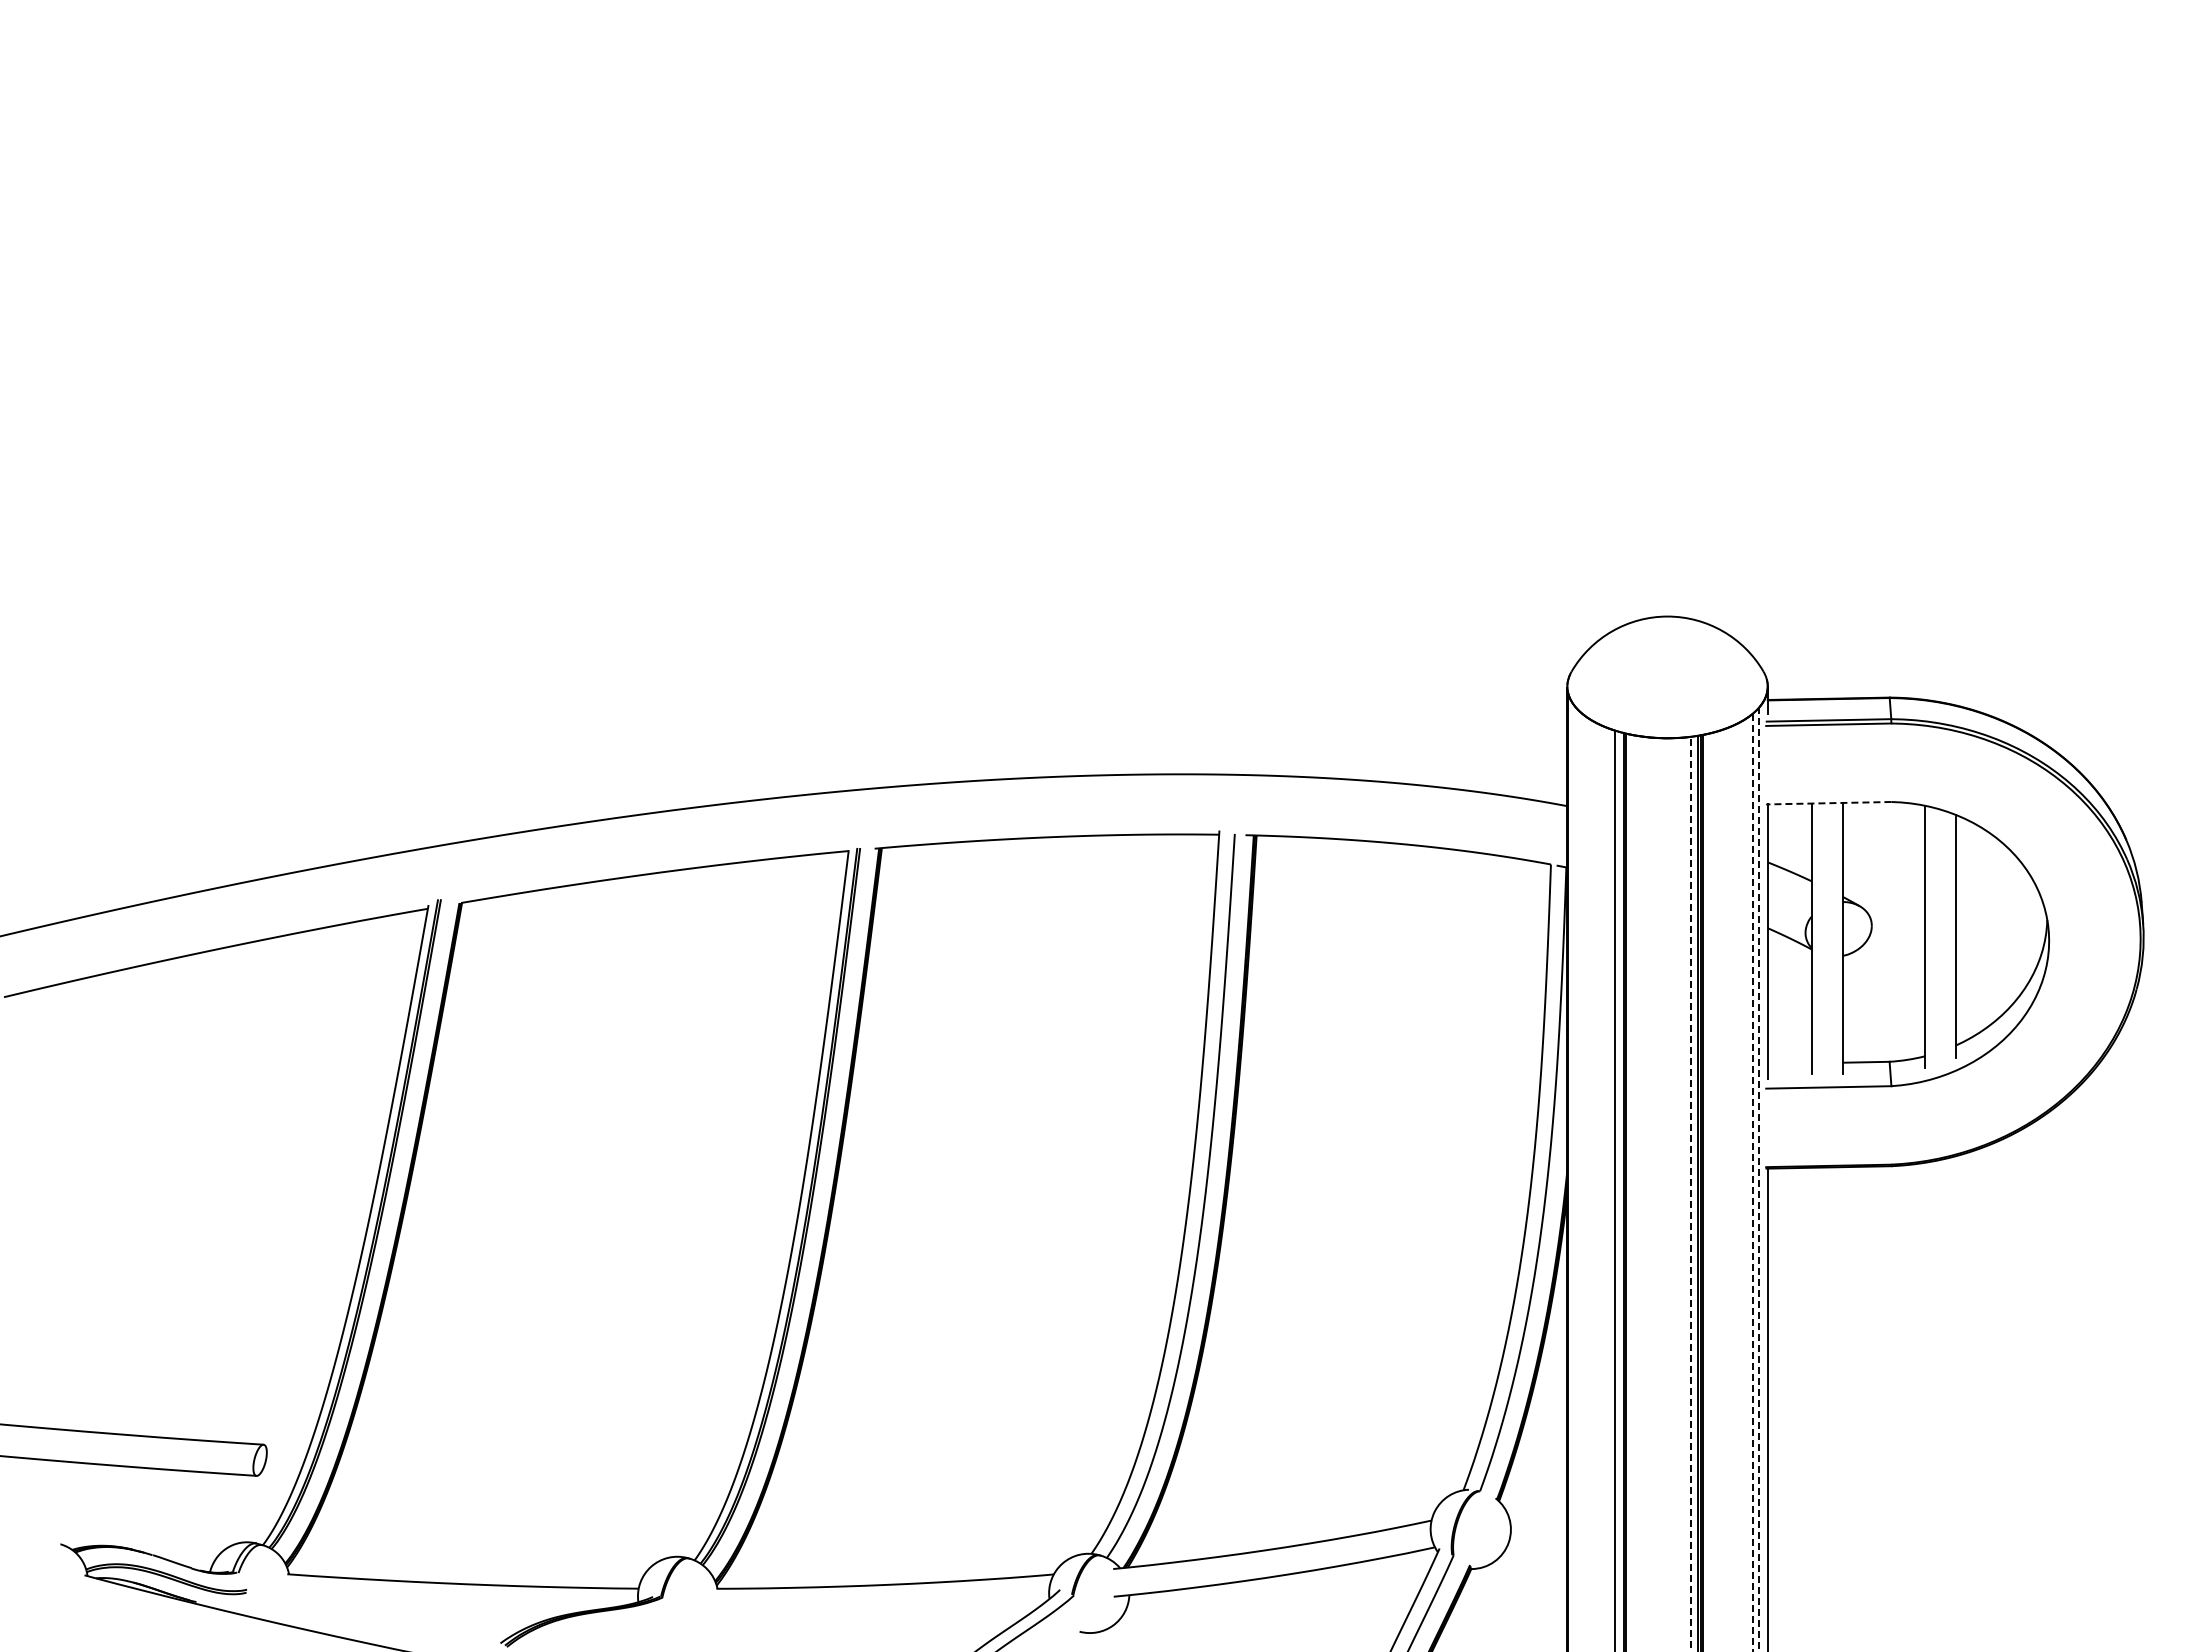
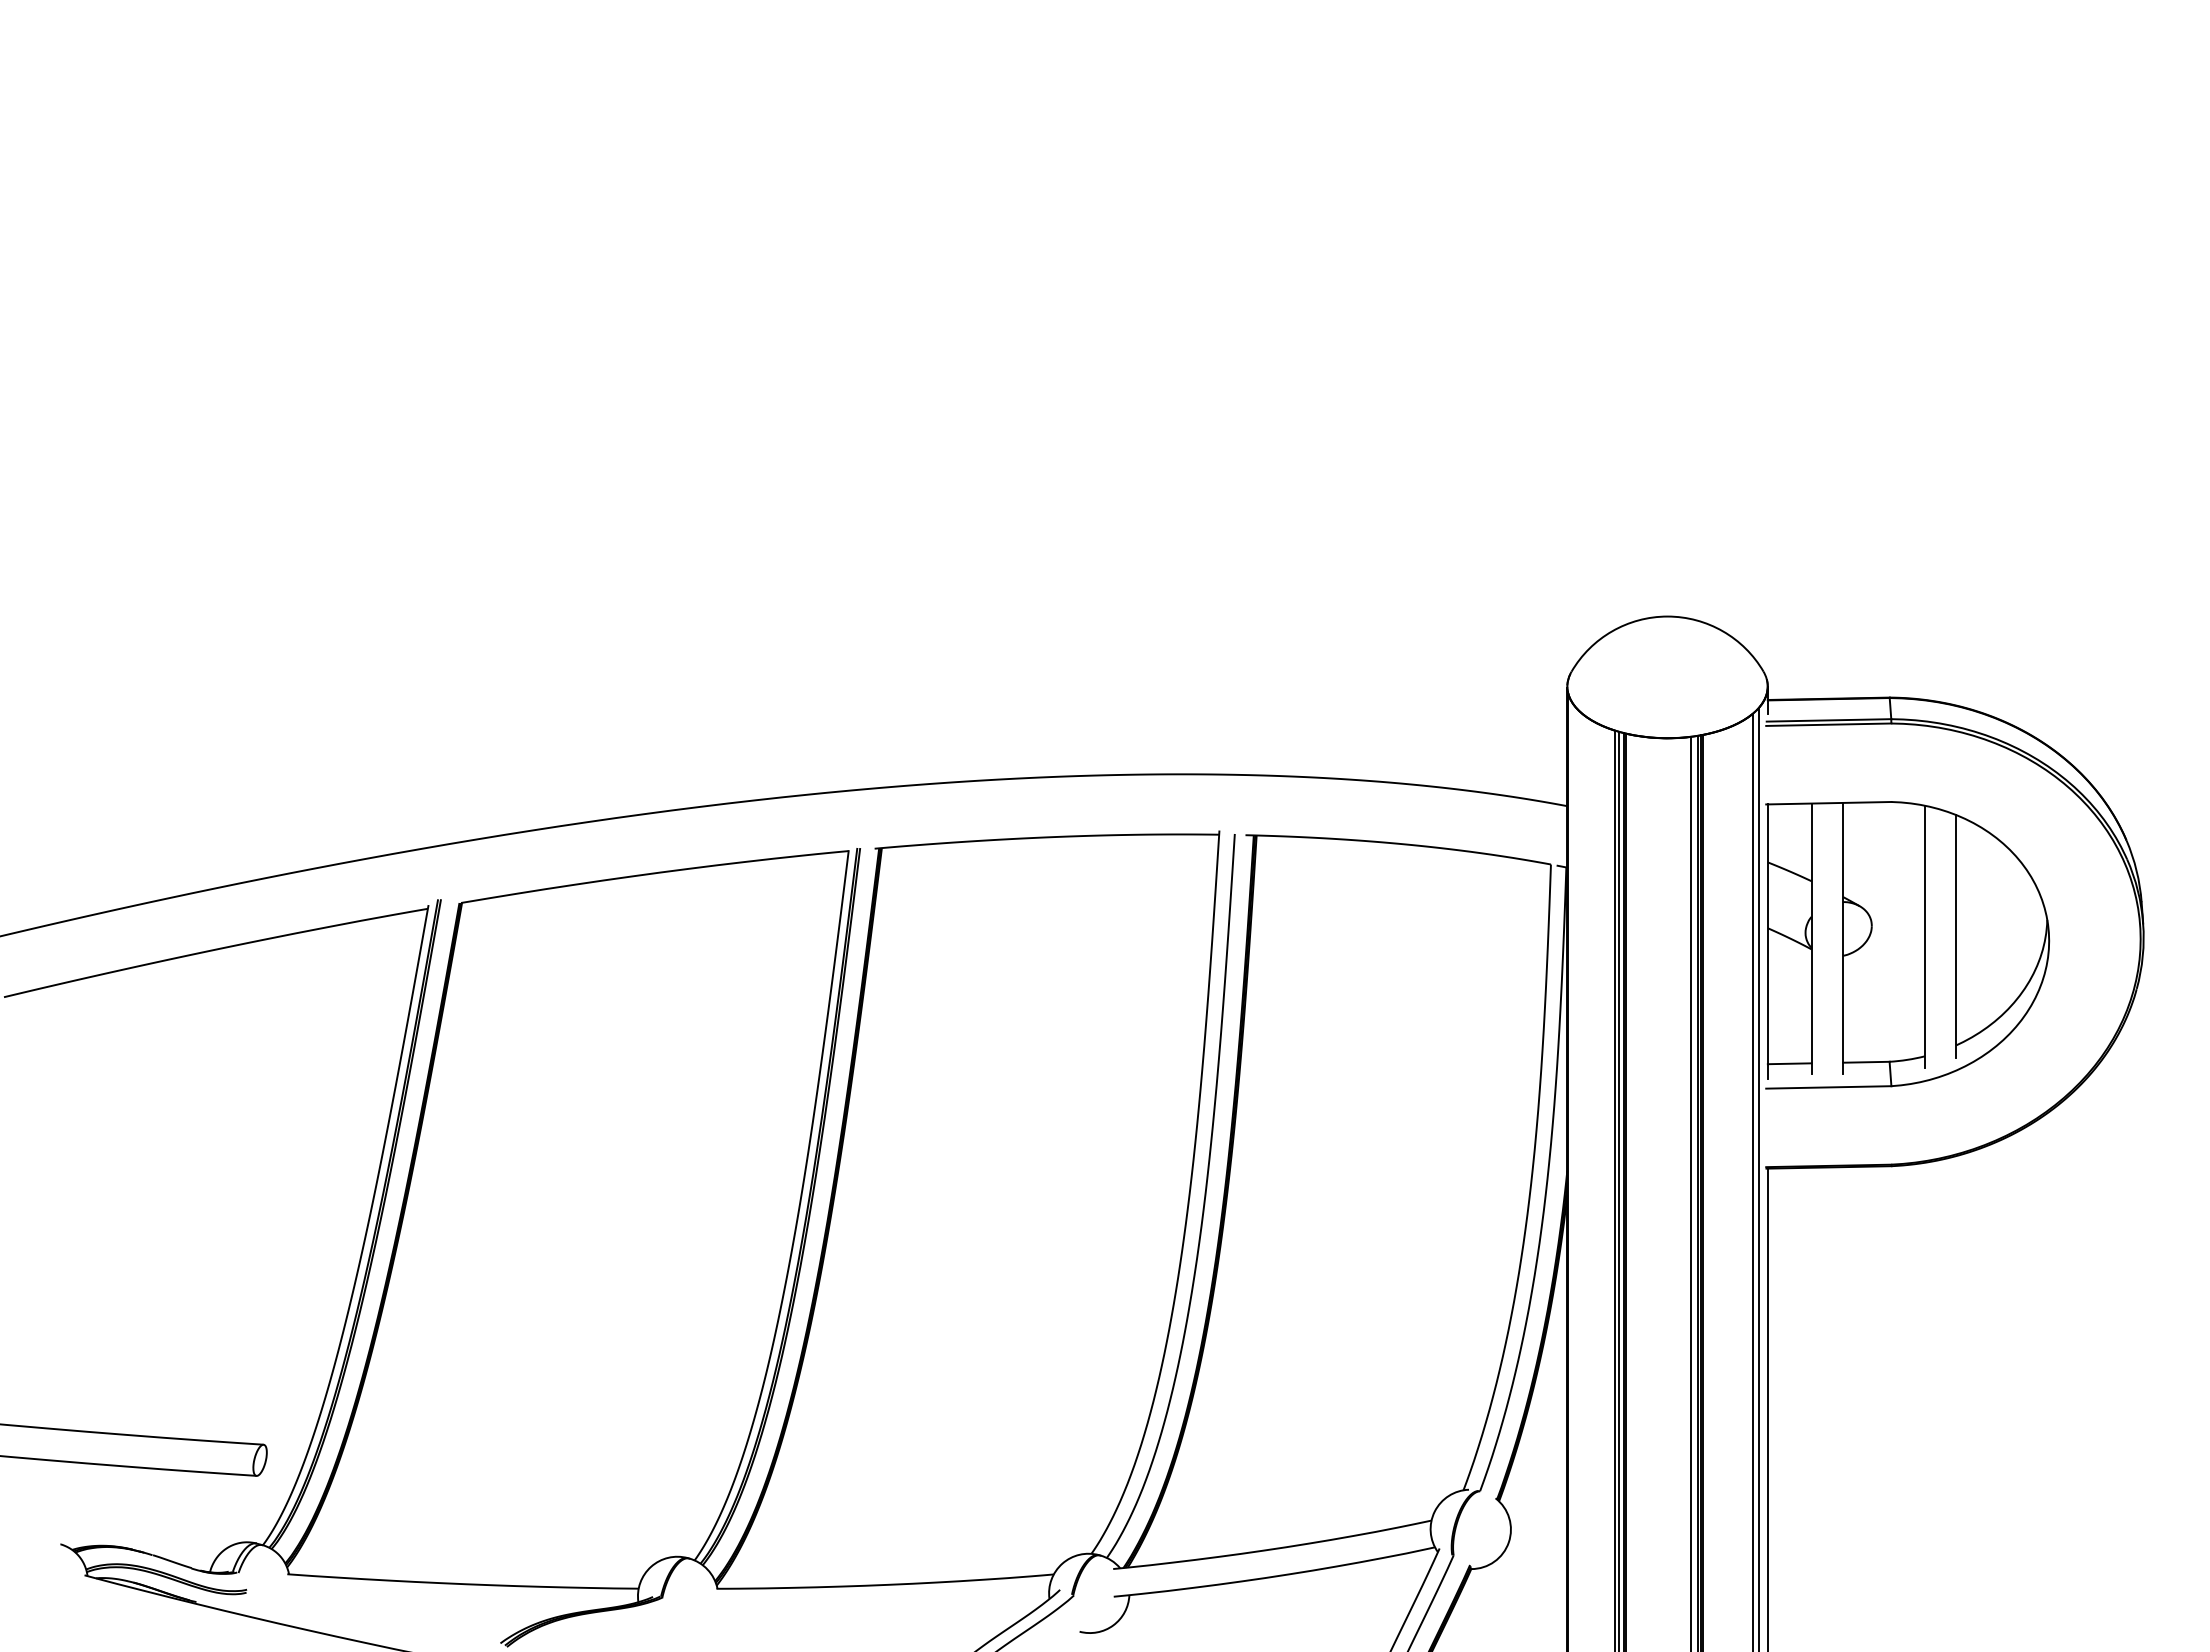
line at (1828, 803): dashed -> solid
line at (1789, 1063): none -> present
line at (1759, 1179): dashed -> solid
line at (1753, 1182): dashed -> solid
line at (1618, 1189): none -> present
line at (1691, 1193): dashed -> solid
